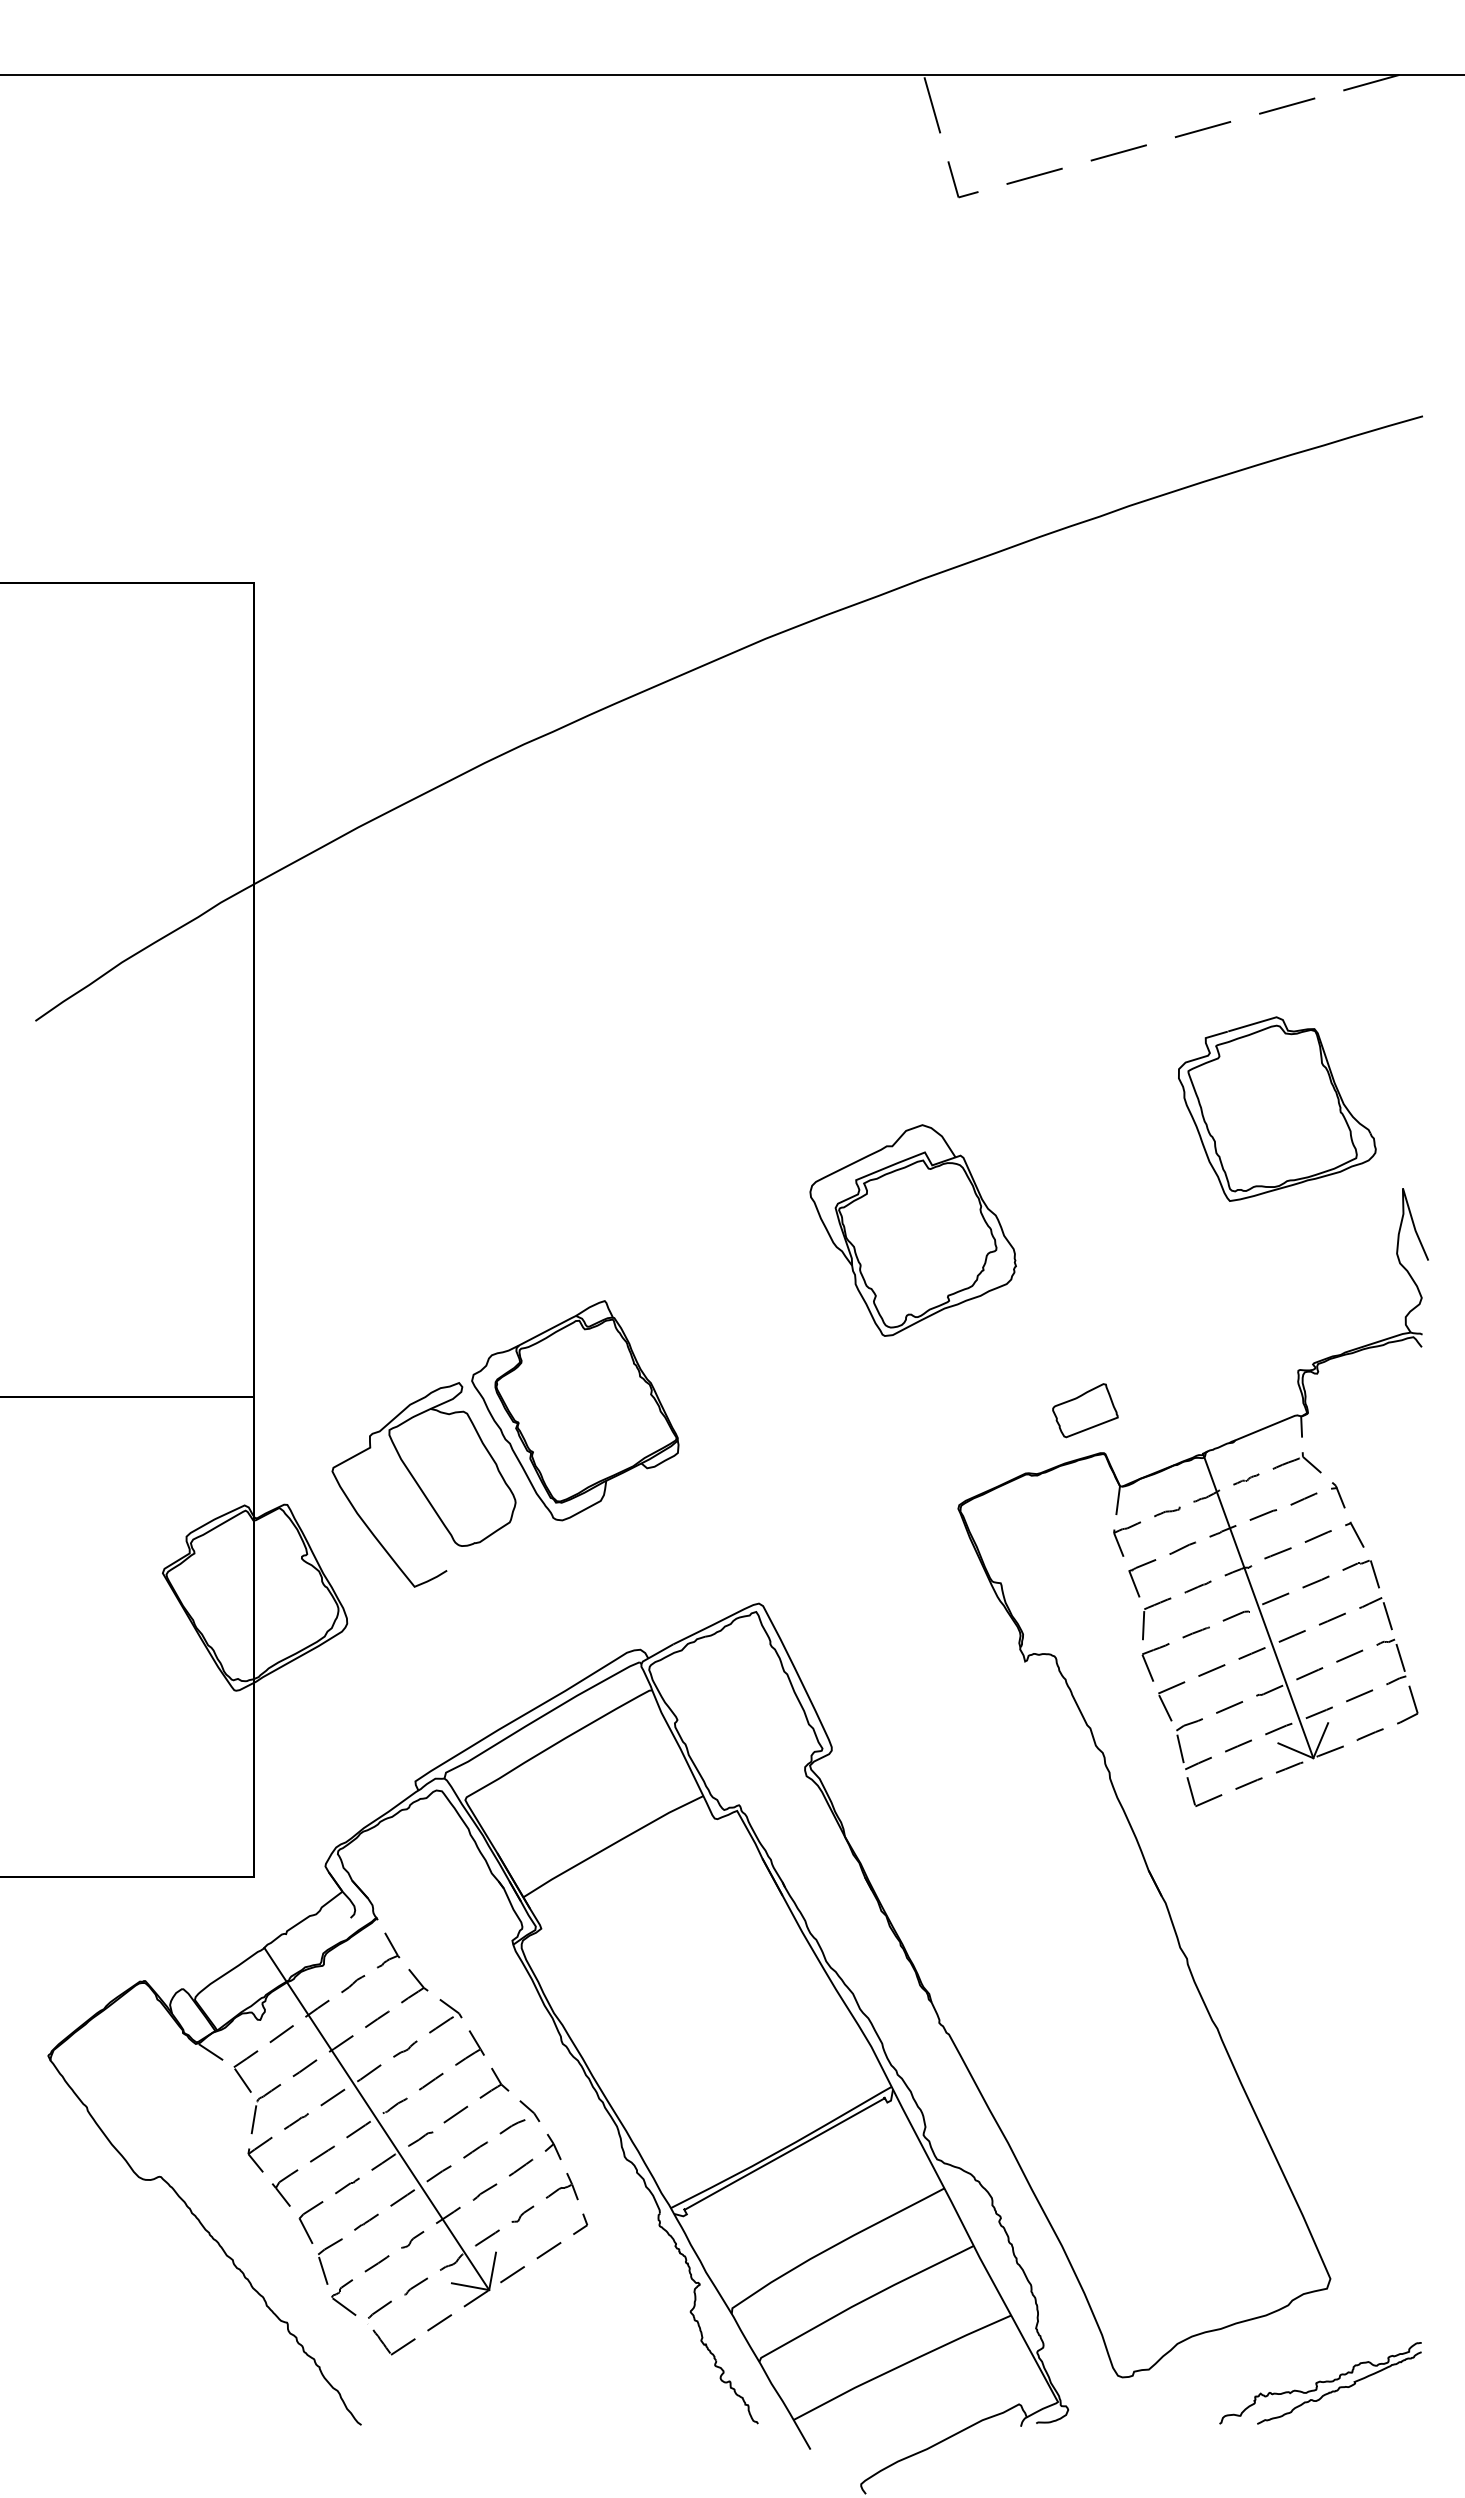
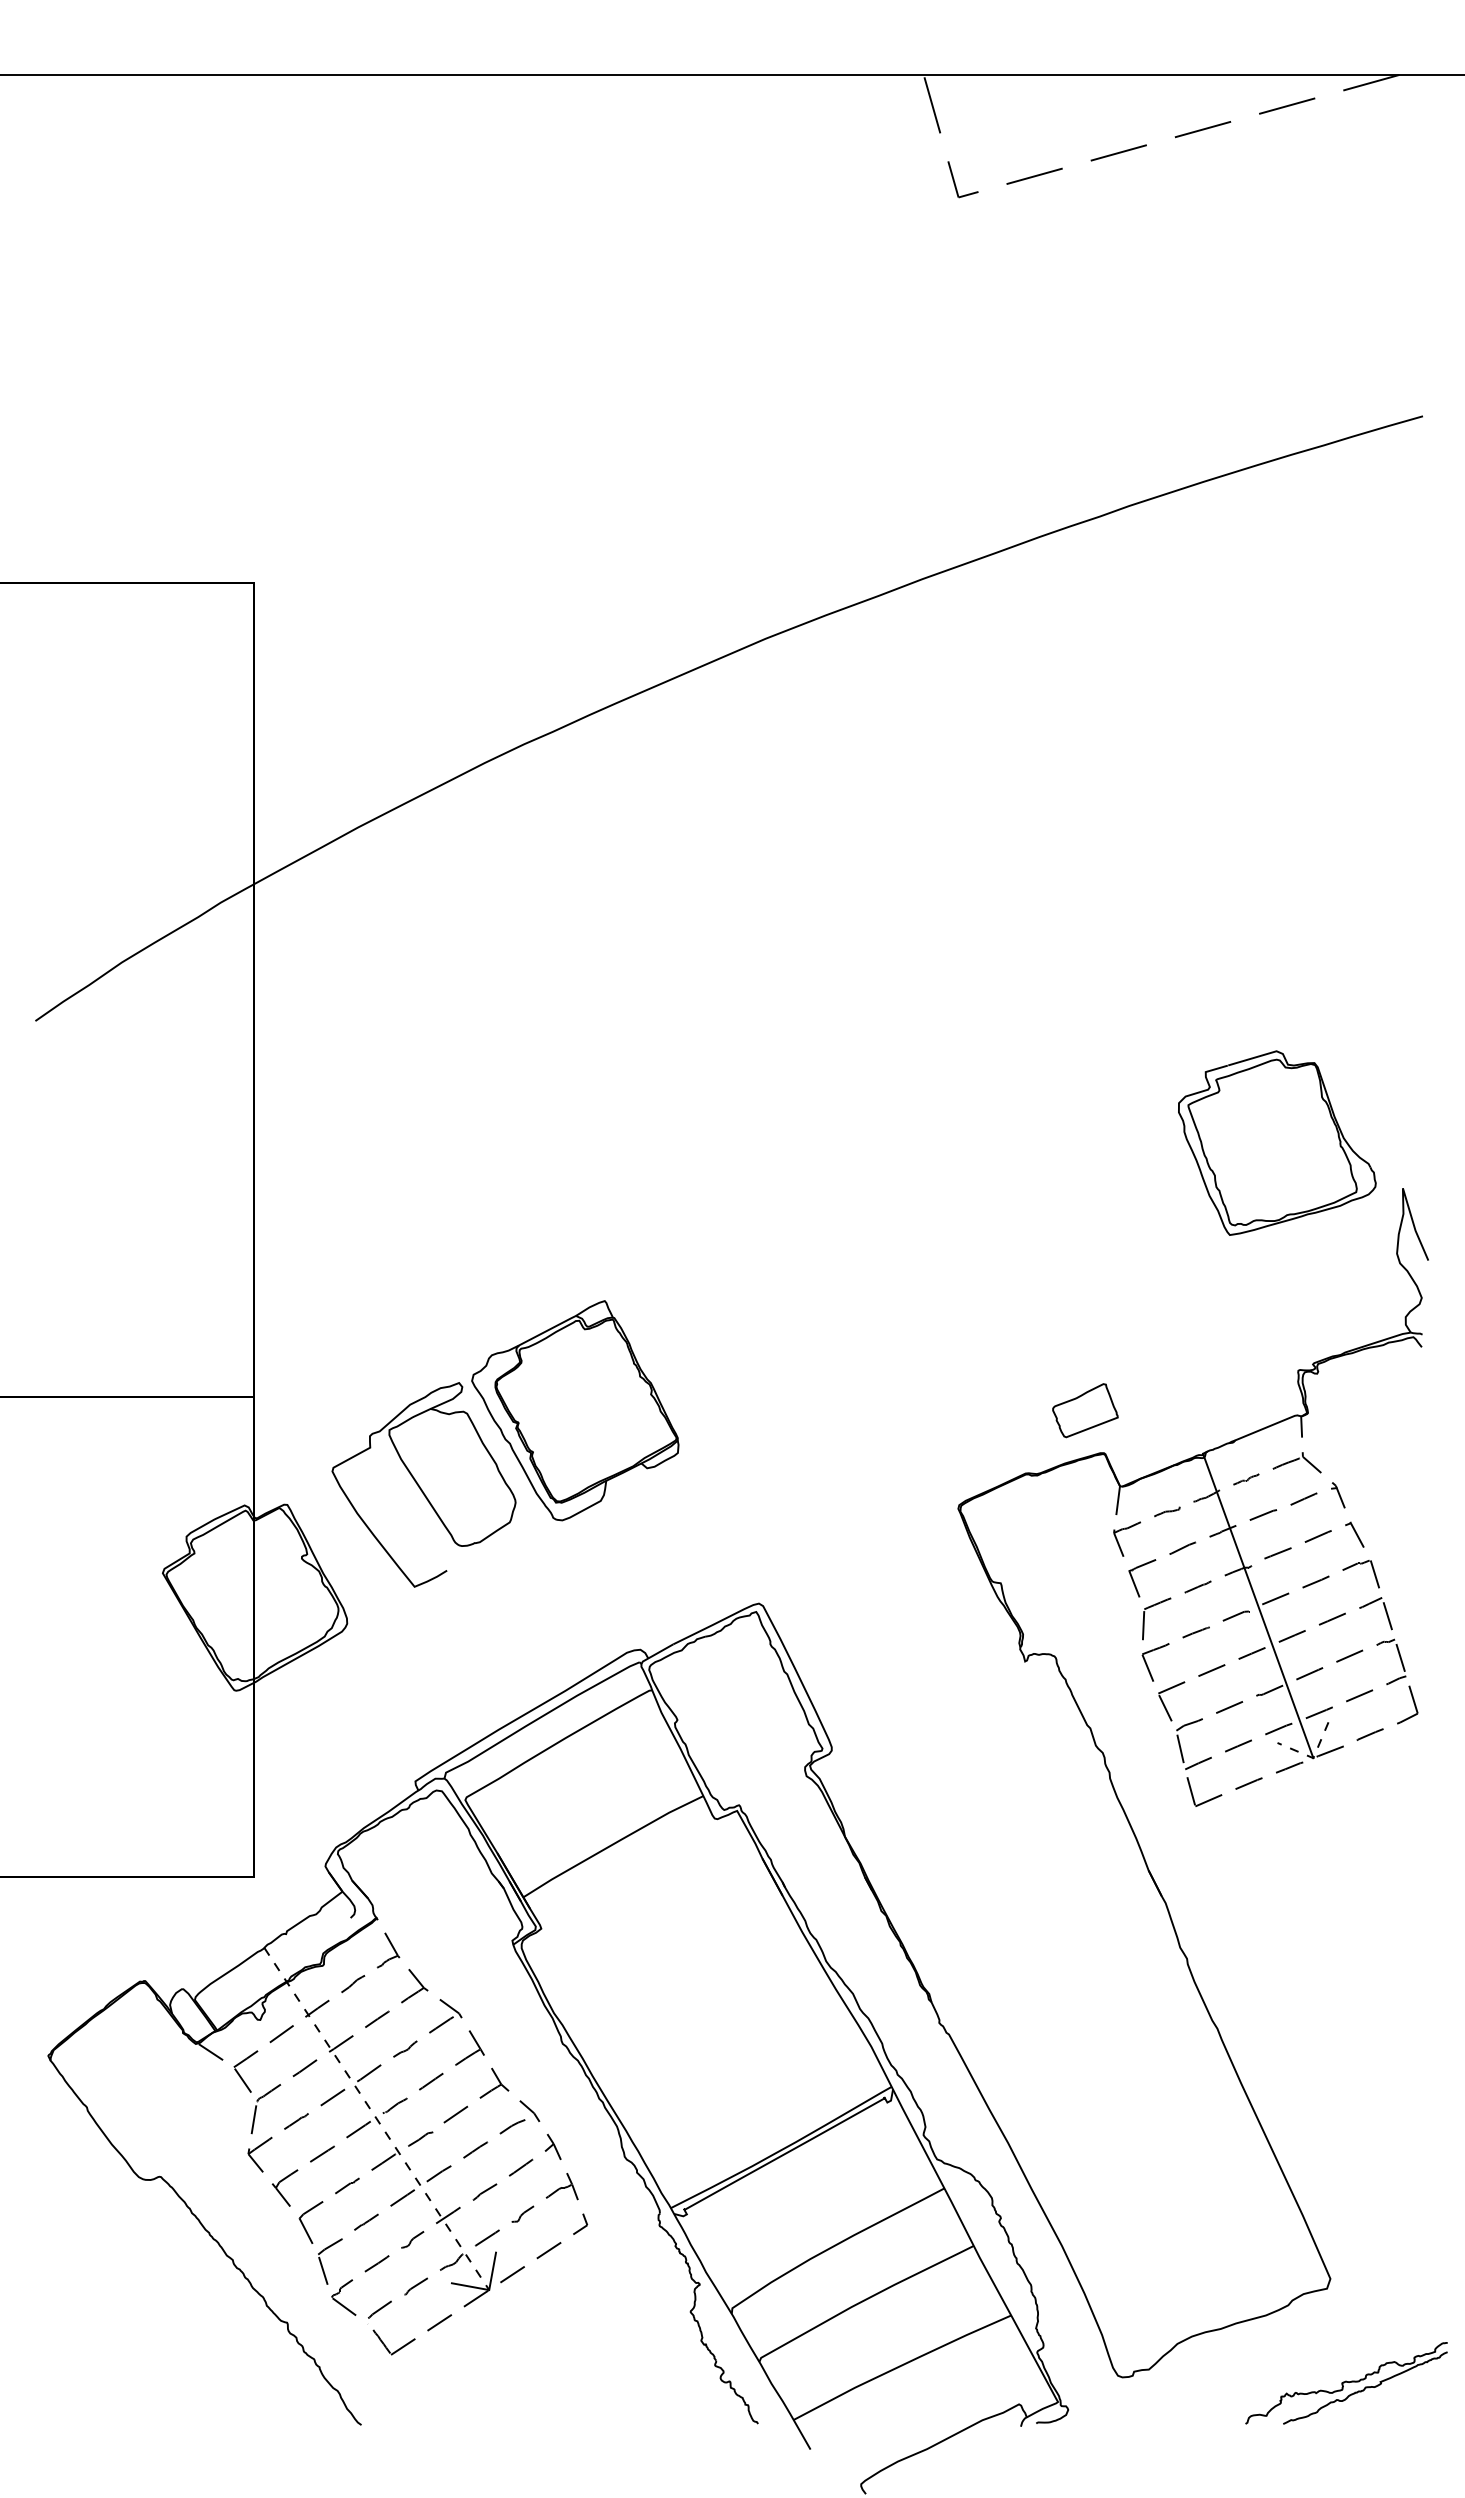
part at (1277, 1108) position: (1277, 1108) -> (1277, 1142)
part at (912, 1230): present -> none
line at (1313, 1758): solid -> dashed
line at (376, 2118): solid -> dashed
part at (1320, 2383) position: (1320, 2383) -> (1346, 2383)
